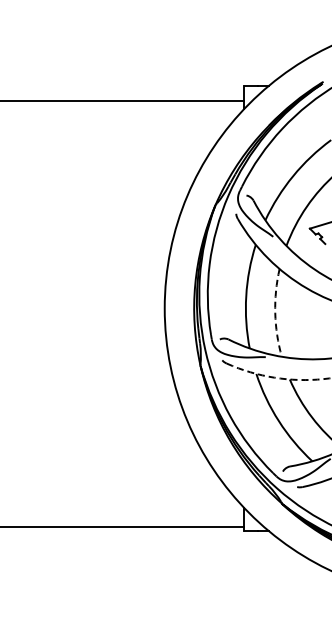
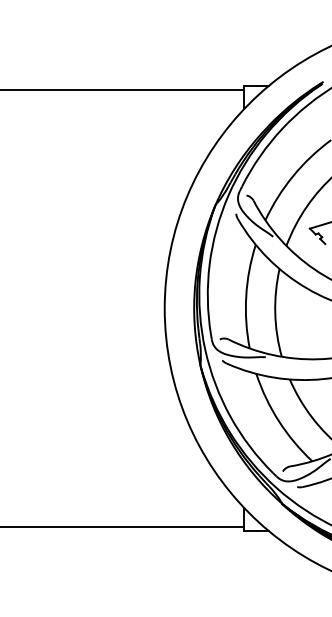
line at (123, 100) position: (123, 100) -> (123, 89)
arc at (275, 313): dashed -> solid
arc at (279, 378): dashed -> solid
